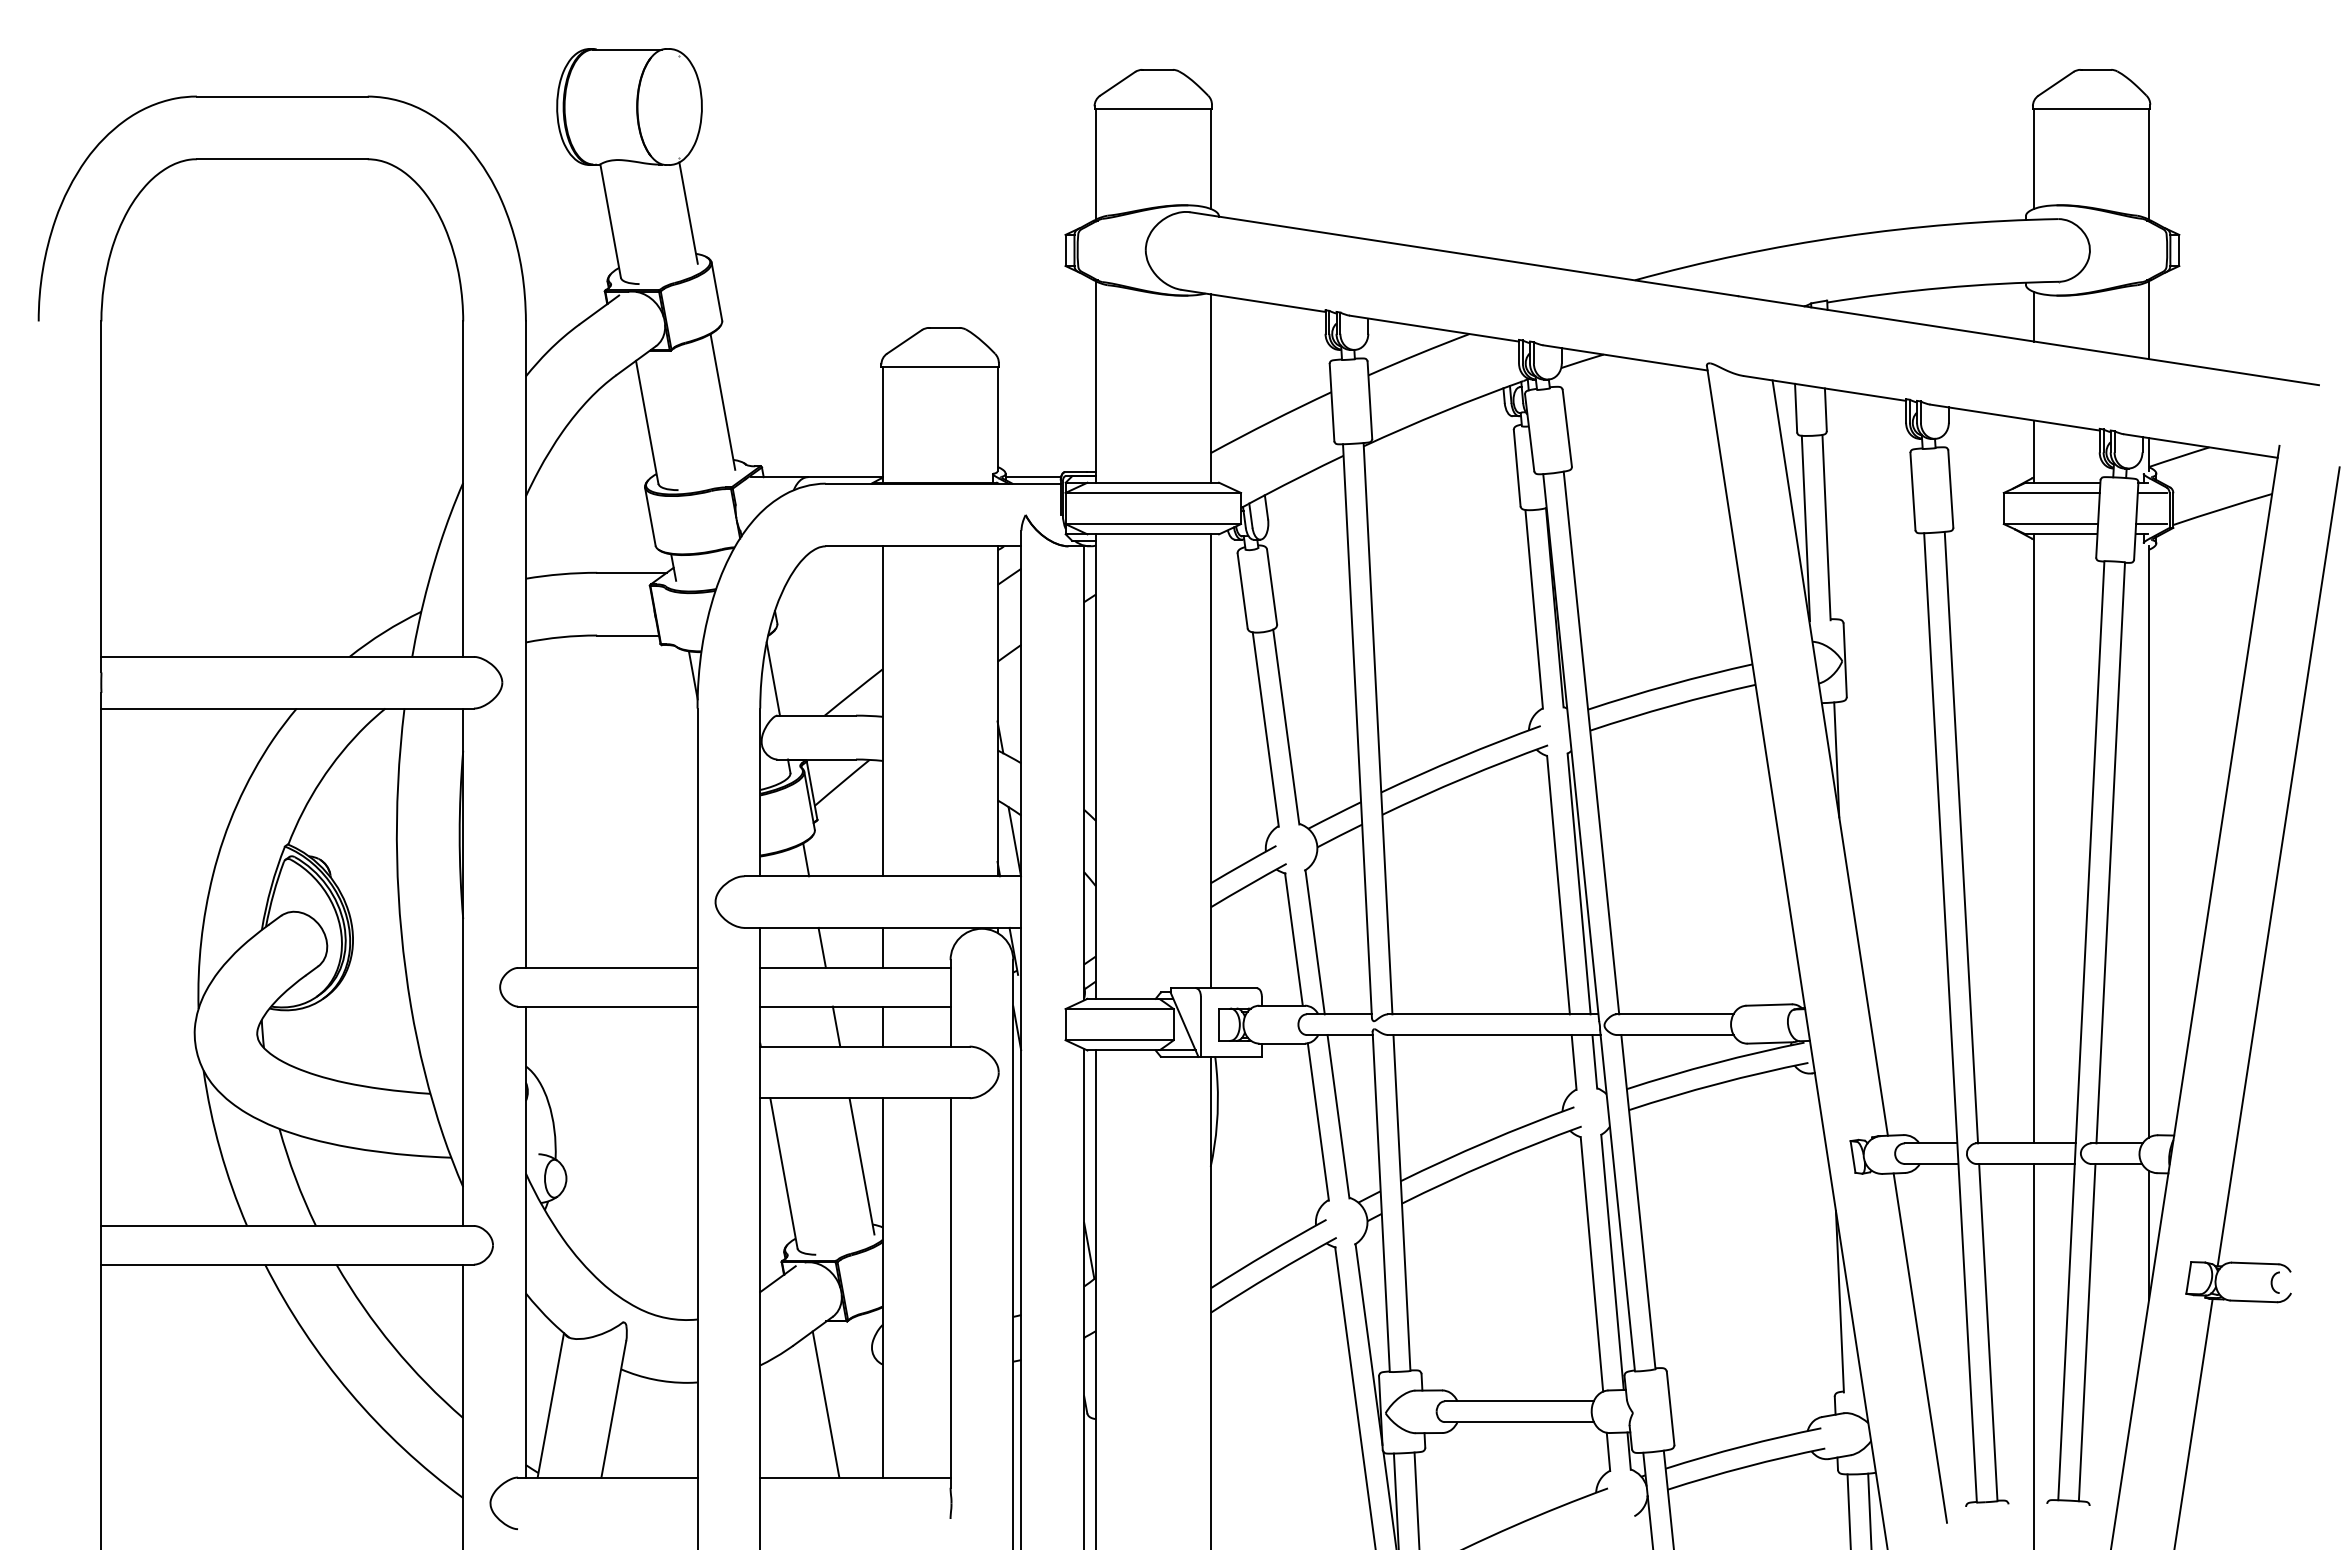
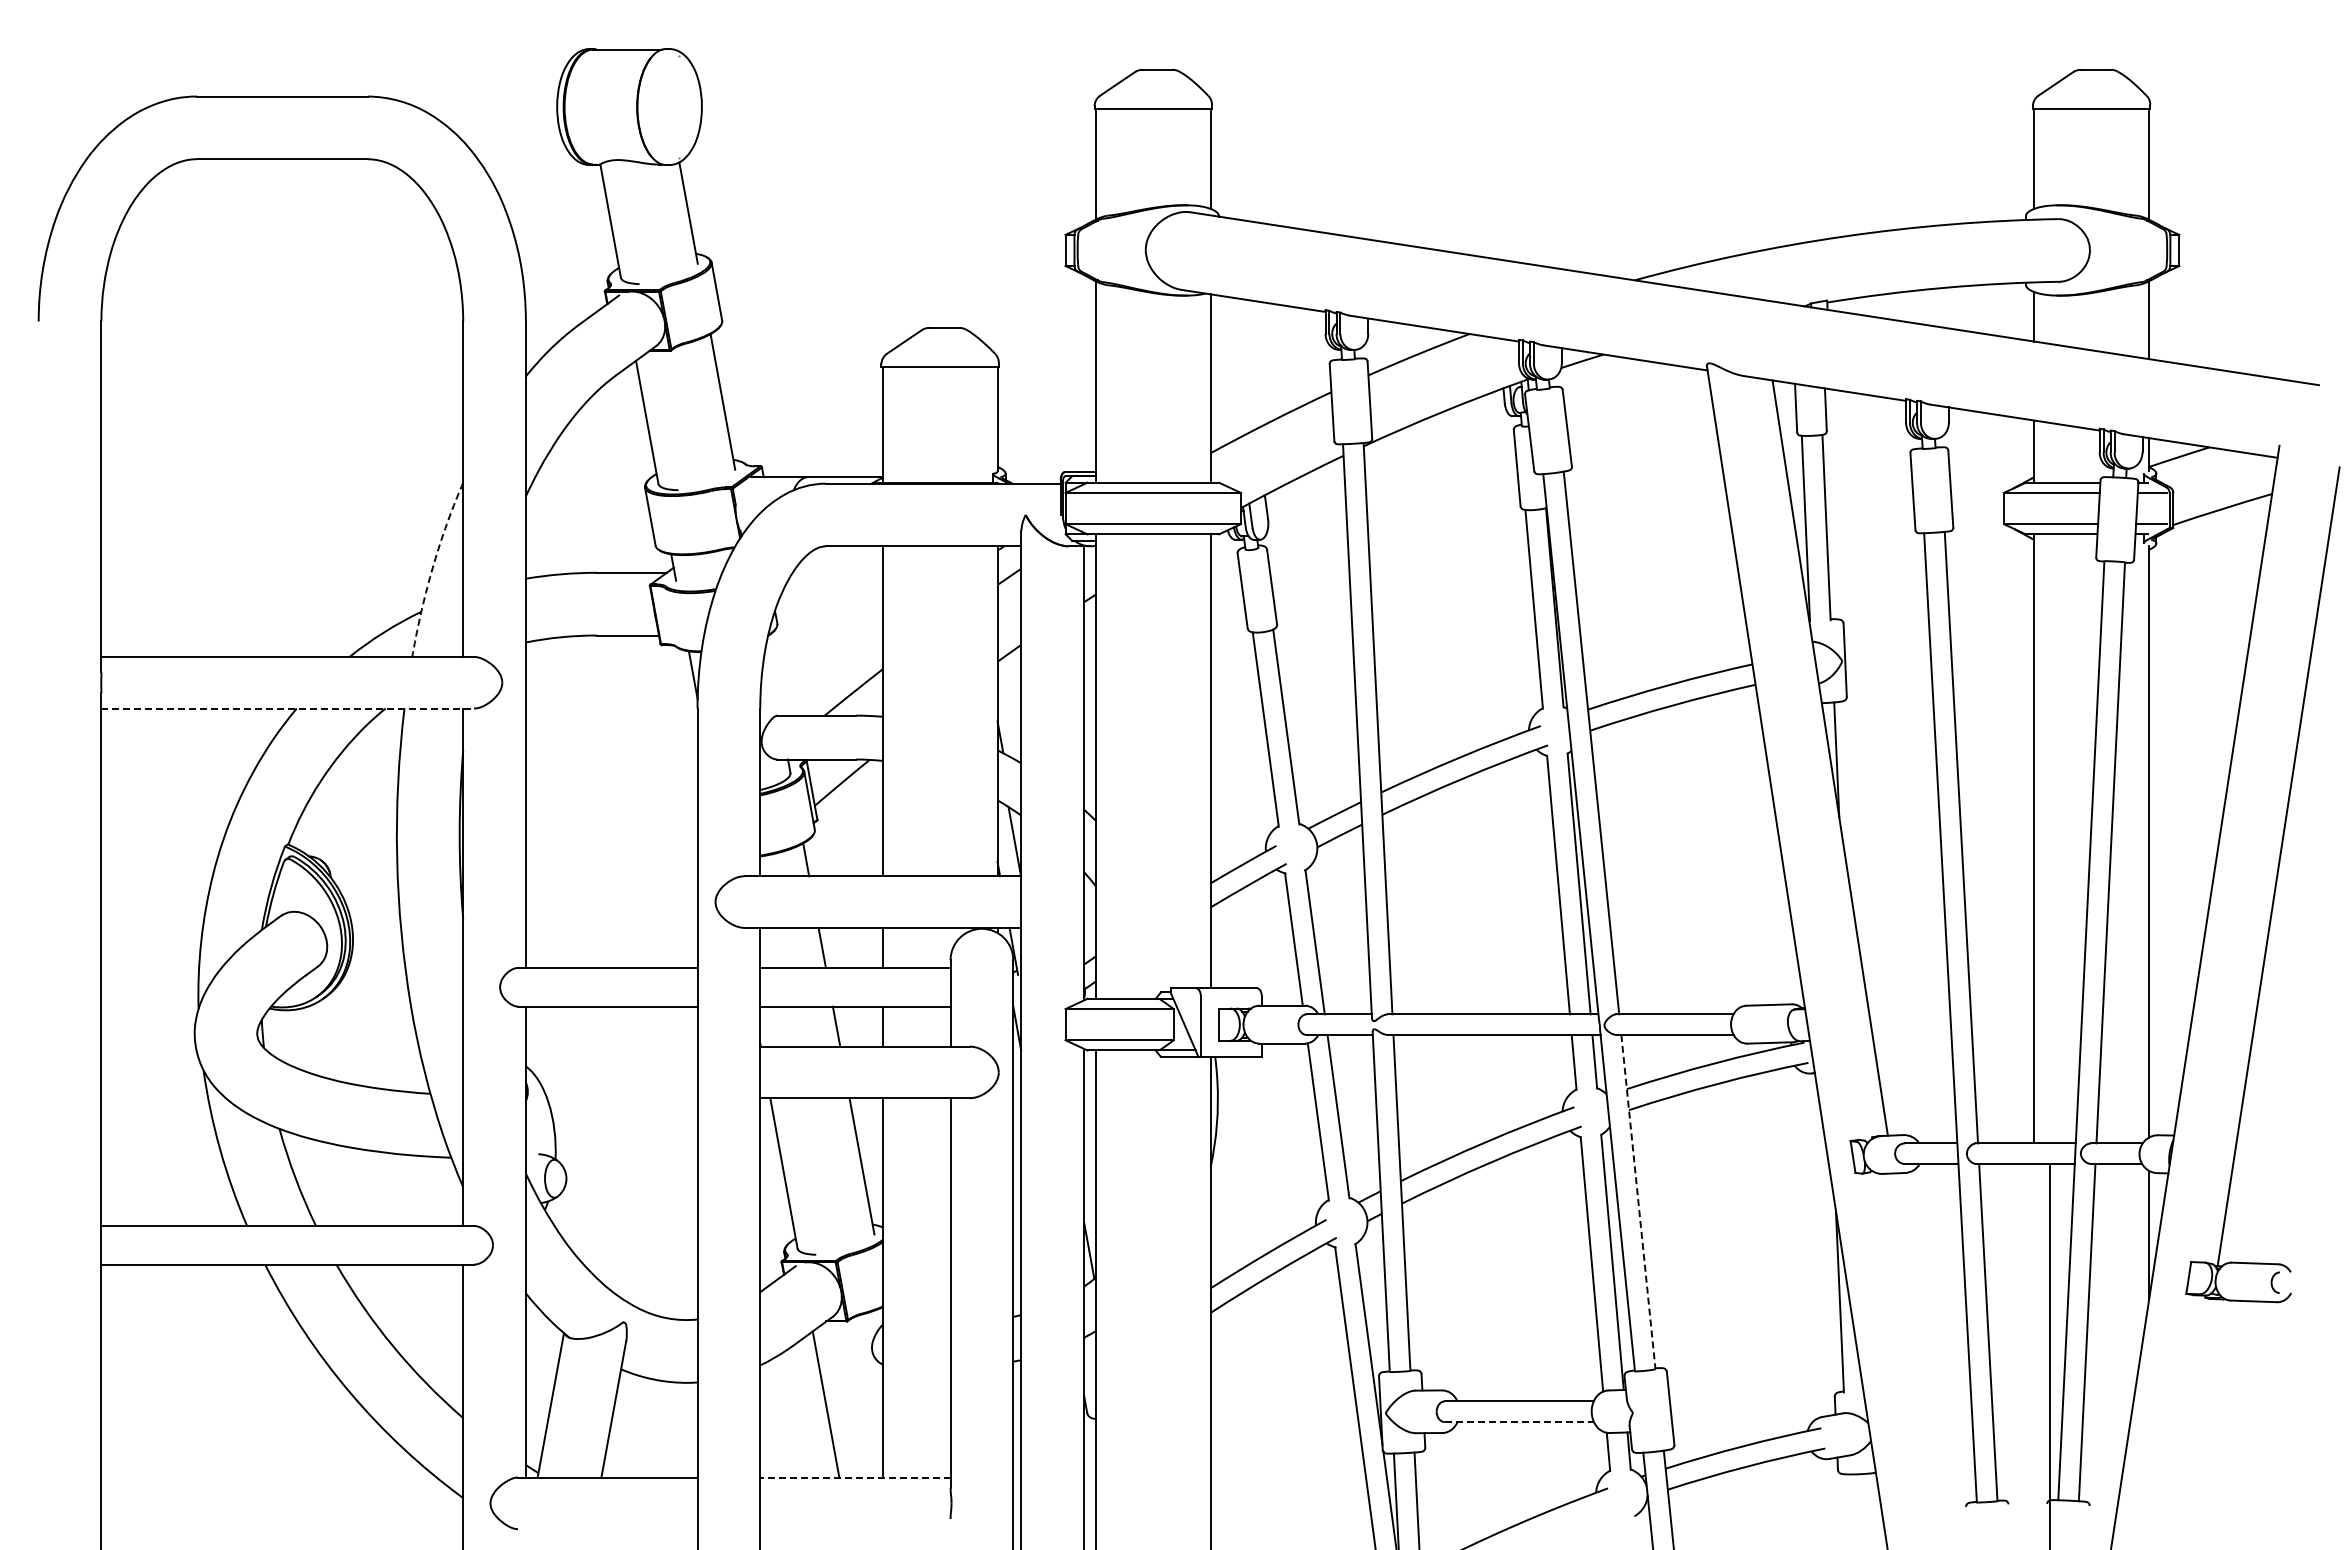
line at (1033, 477): present -> none
line at (432, 568): solid -> dashed
line at (773, 678): present -> none
line at (288, 708): solid -> dashed
line at (1638, 1202): solid -> dashed
line at (1920, 1347): present -> none
line at (2034, 1355) position: (2034, 1355) -> (2050, 1355)
line at (1519, 1422): solid -> dashed
line at (2193, 1422): present -> none
line at (854, 1477): solid -> dashed
line at (1869, 1509): present -> none
line at (1848, 1510): present -> none
